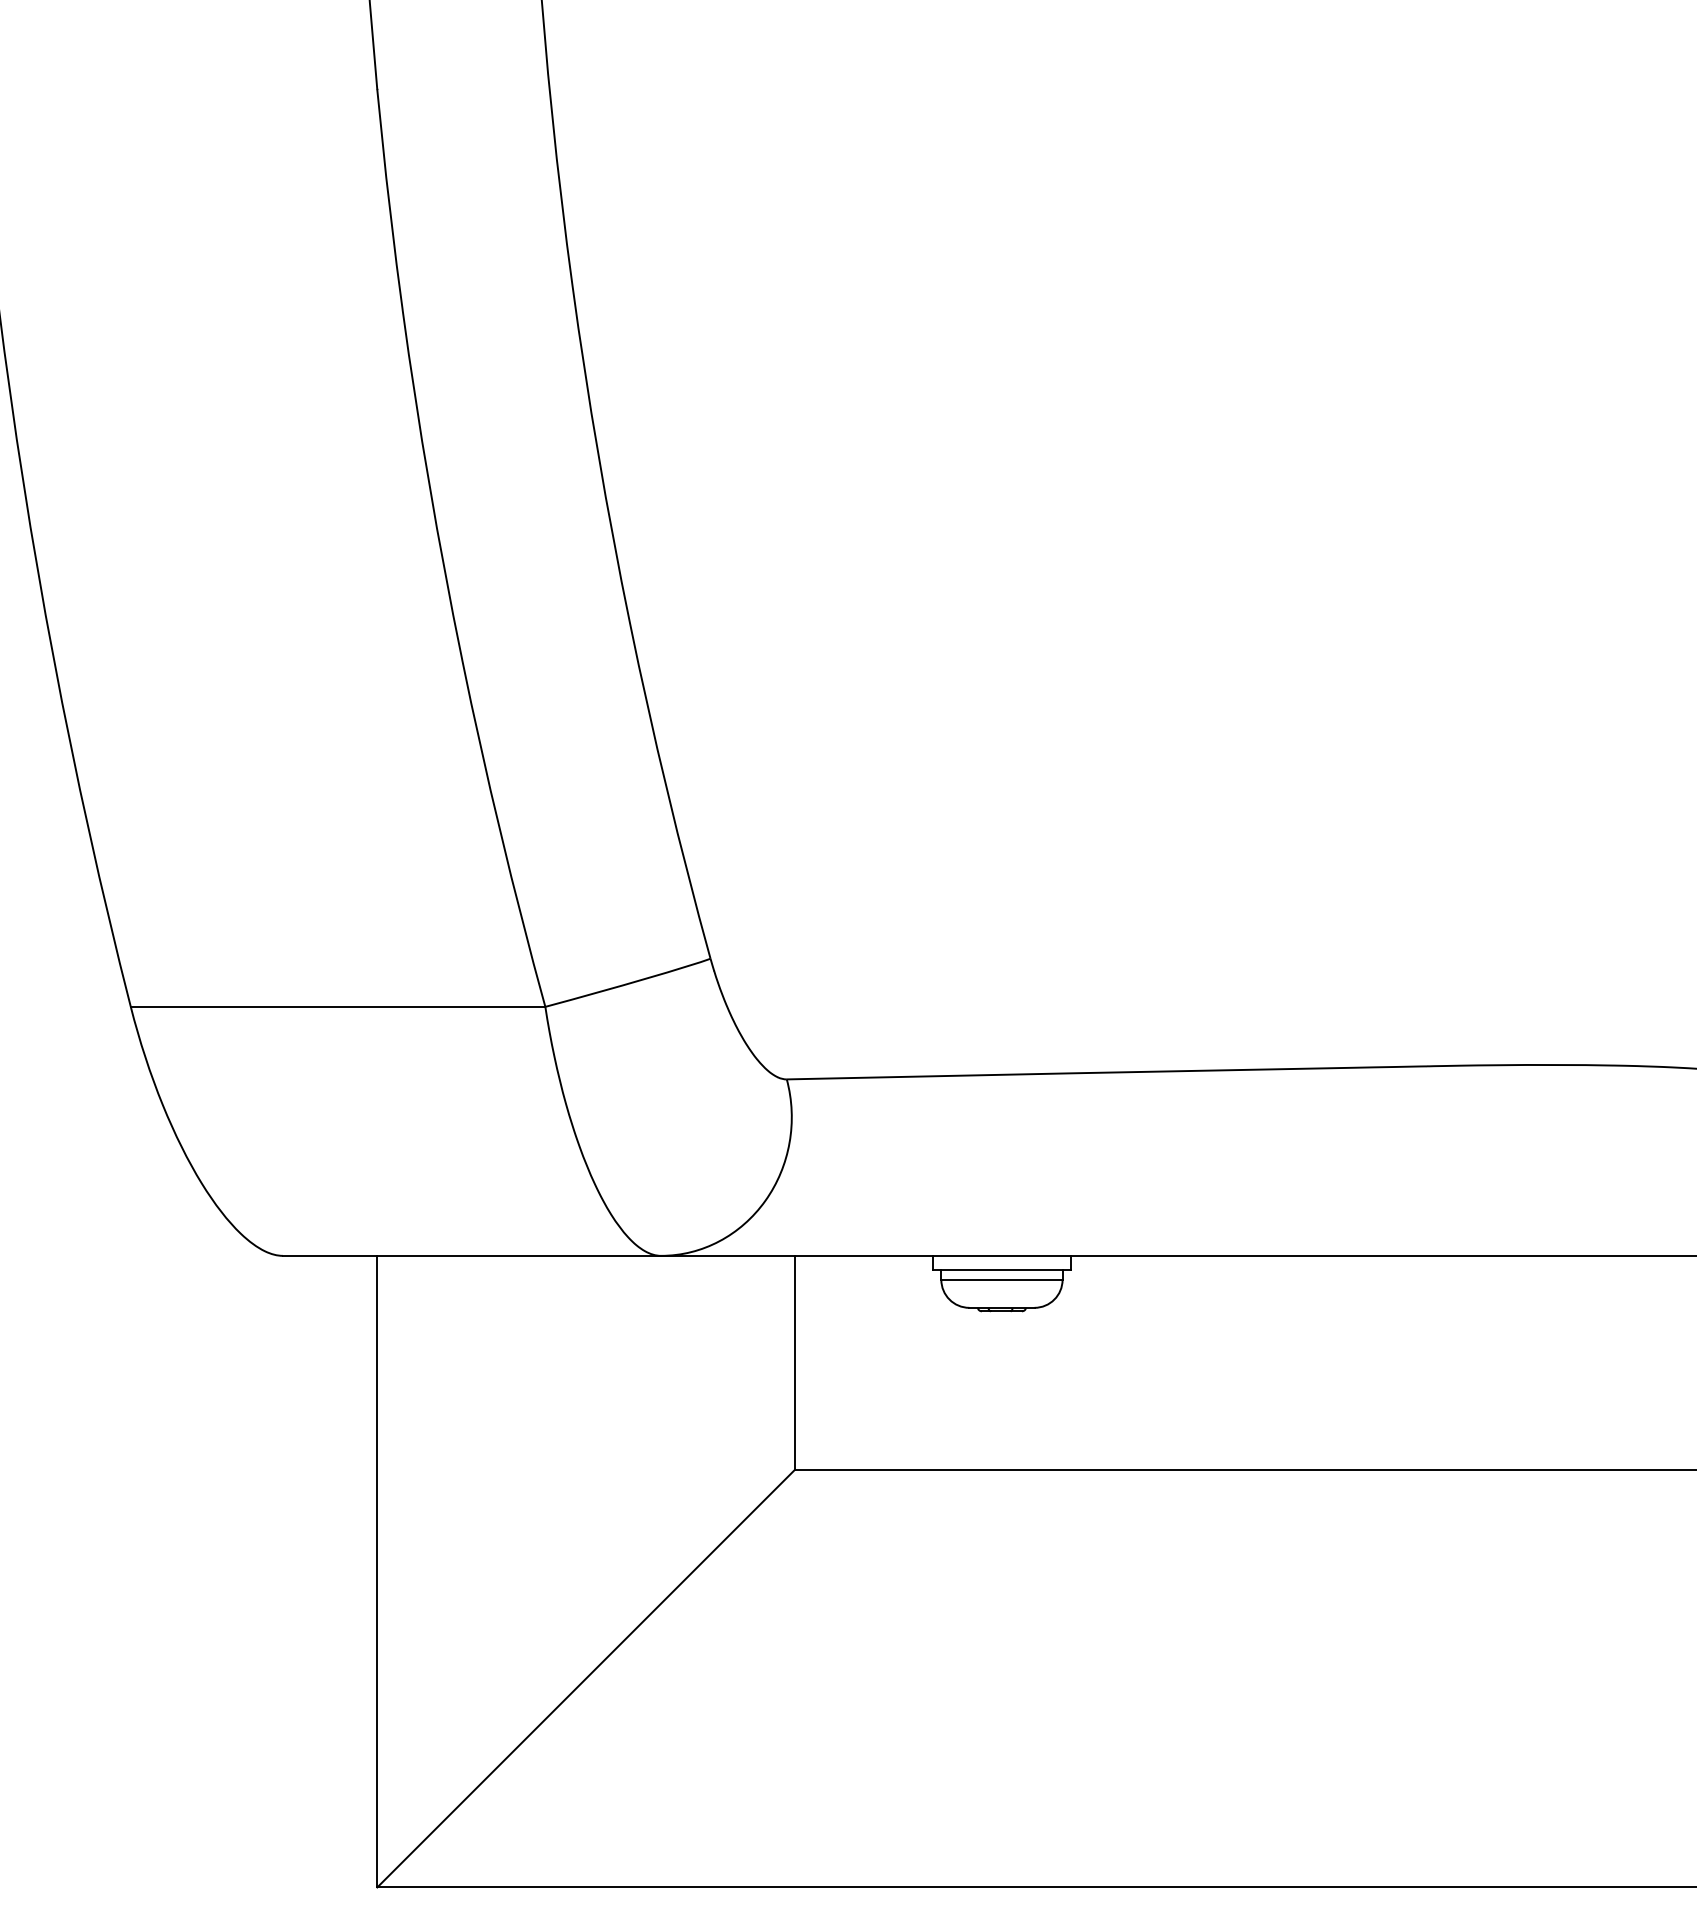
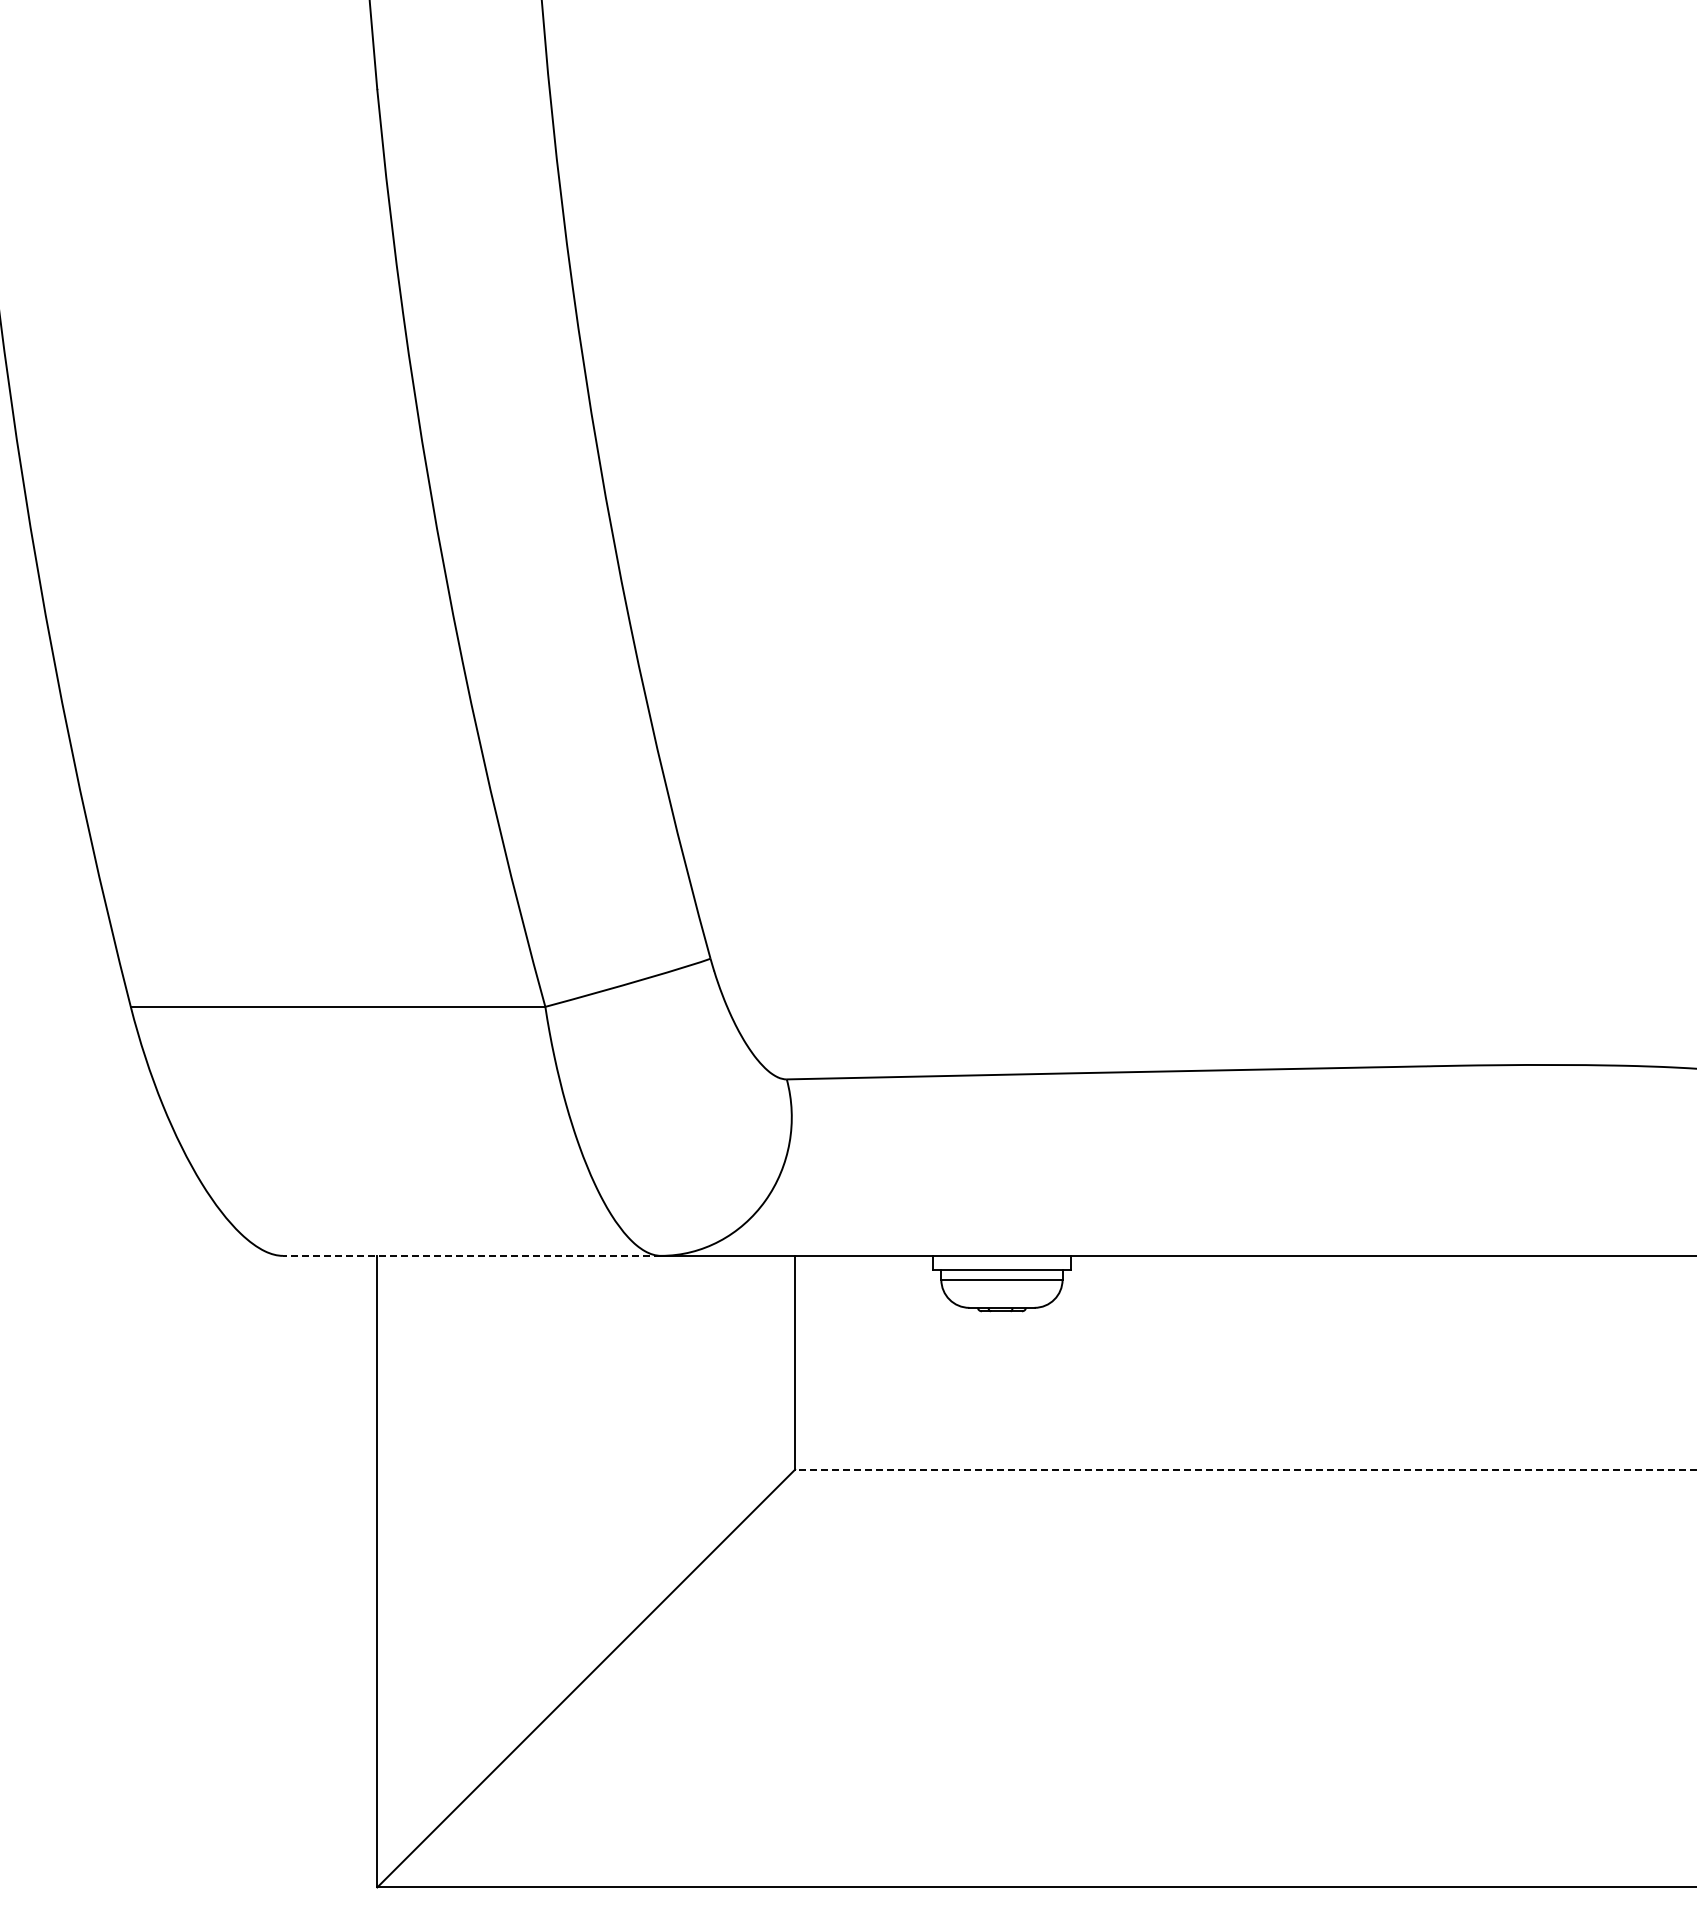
line at (471, 1255): solid -> dashed
line at (1245, 1469): solid -> dashed
